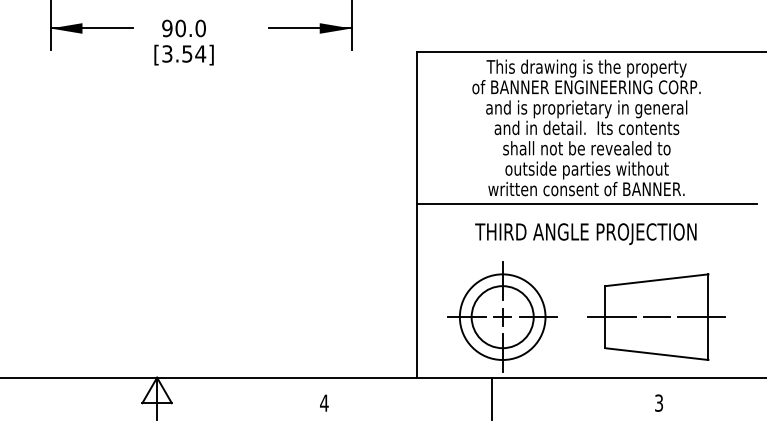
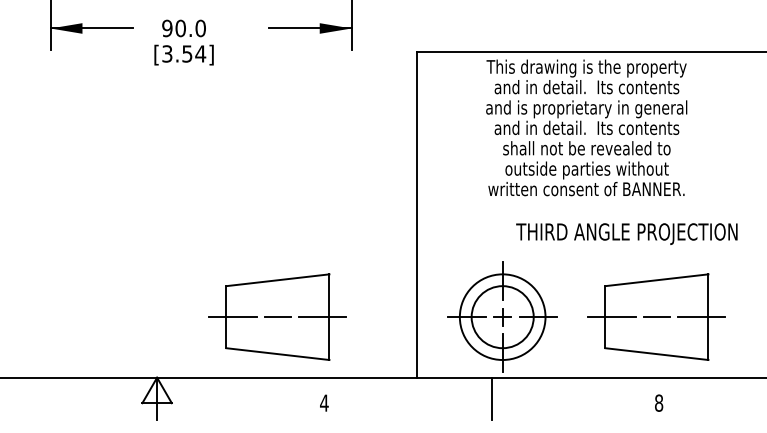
text at (586, 87): of BANNER ENGINEERING CORP. -> and in detail.  Its contents
line at (586, 204): present -> none
text at (585, 233) position: (585, 233) -> (626, 233)
part at (277, 316): none -> present
text at (659, 402): 3 -> 8
